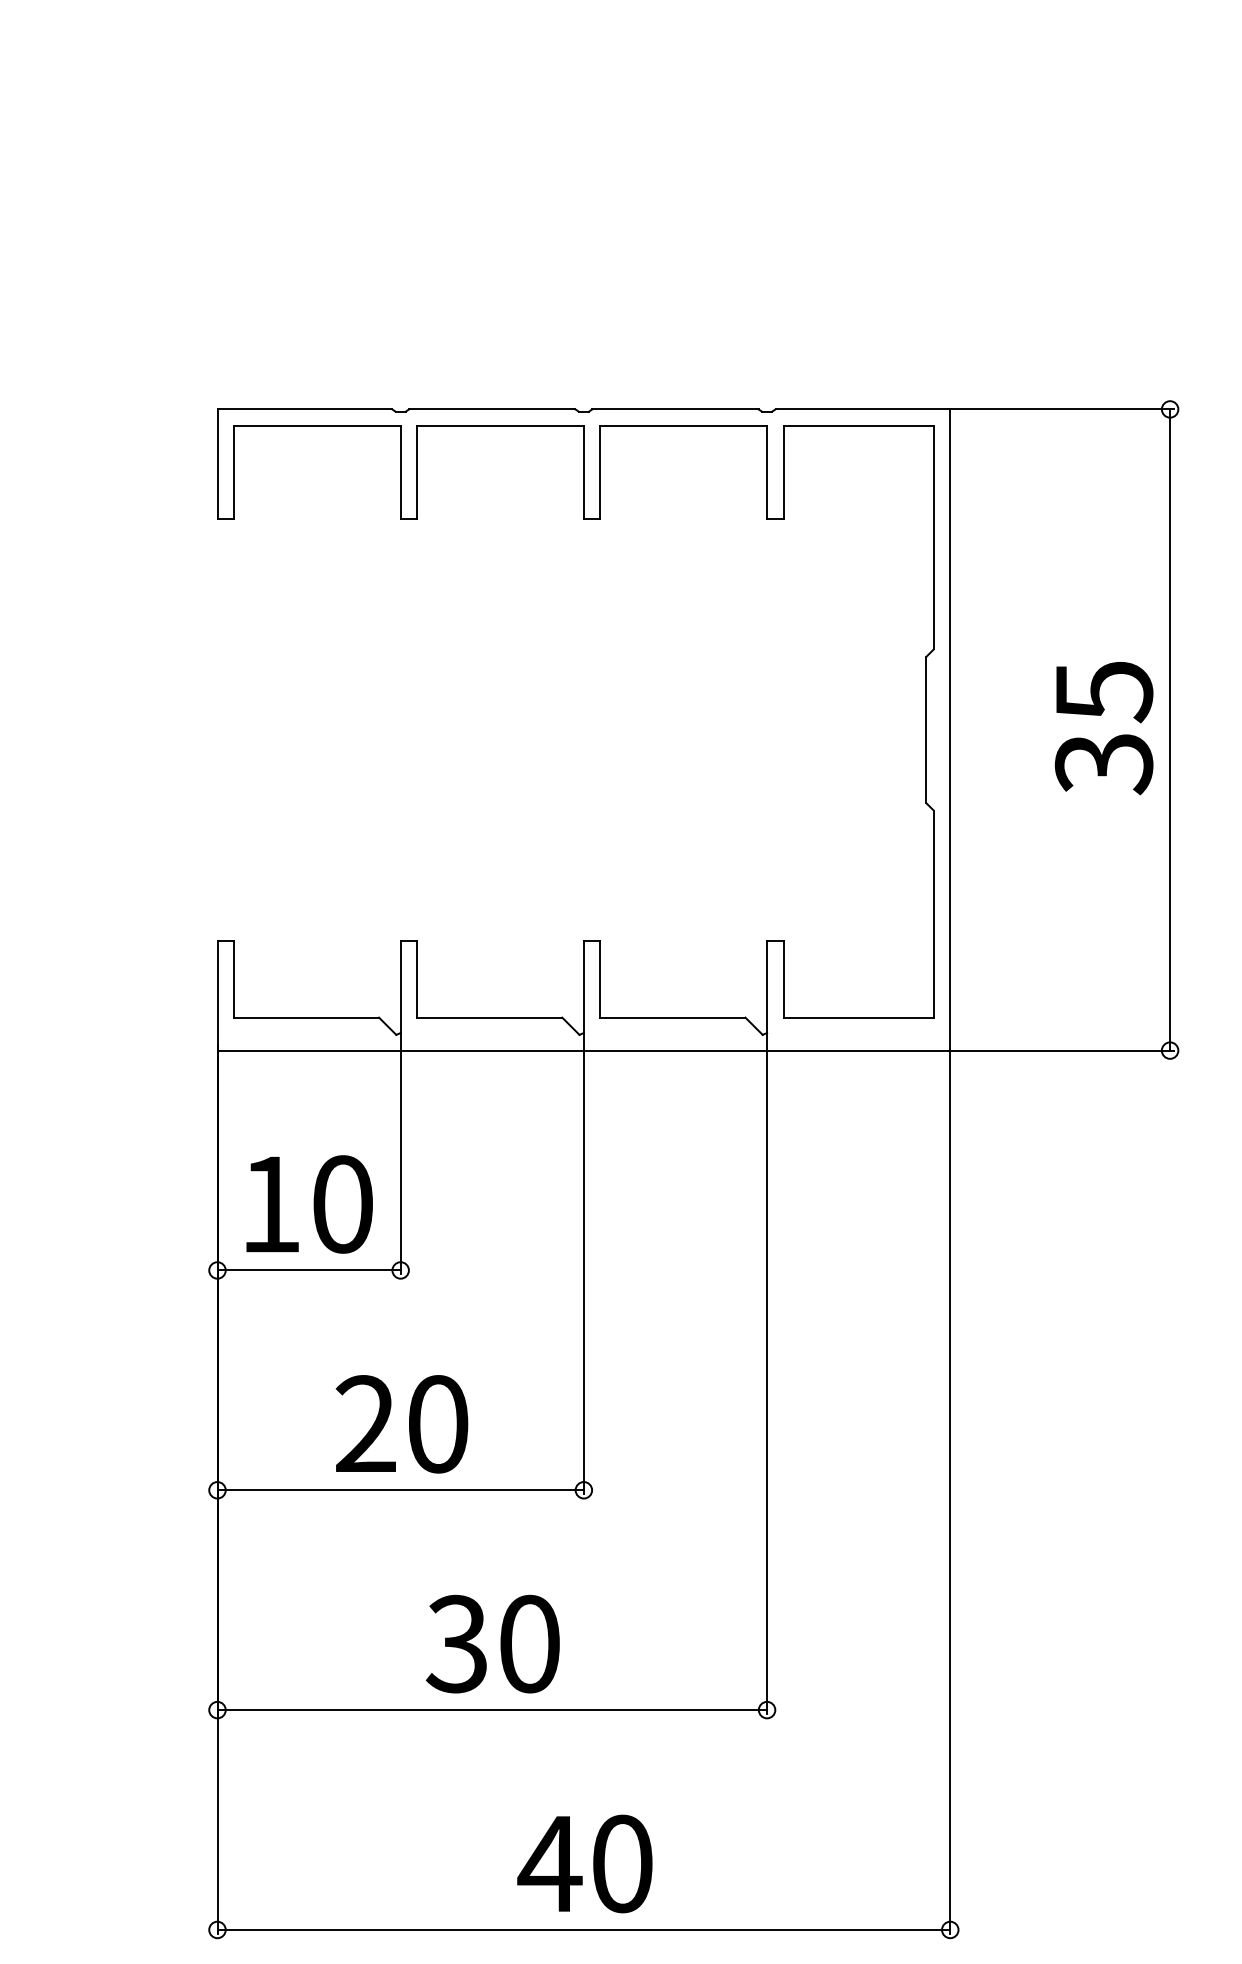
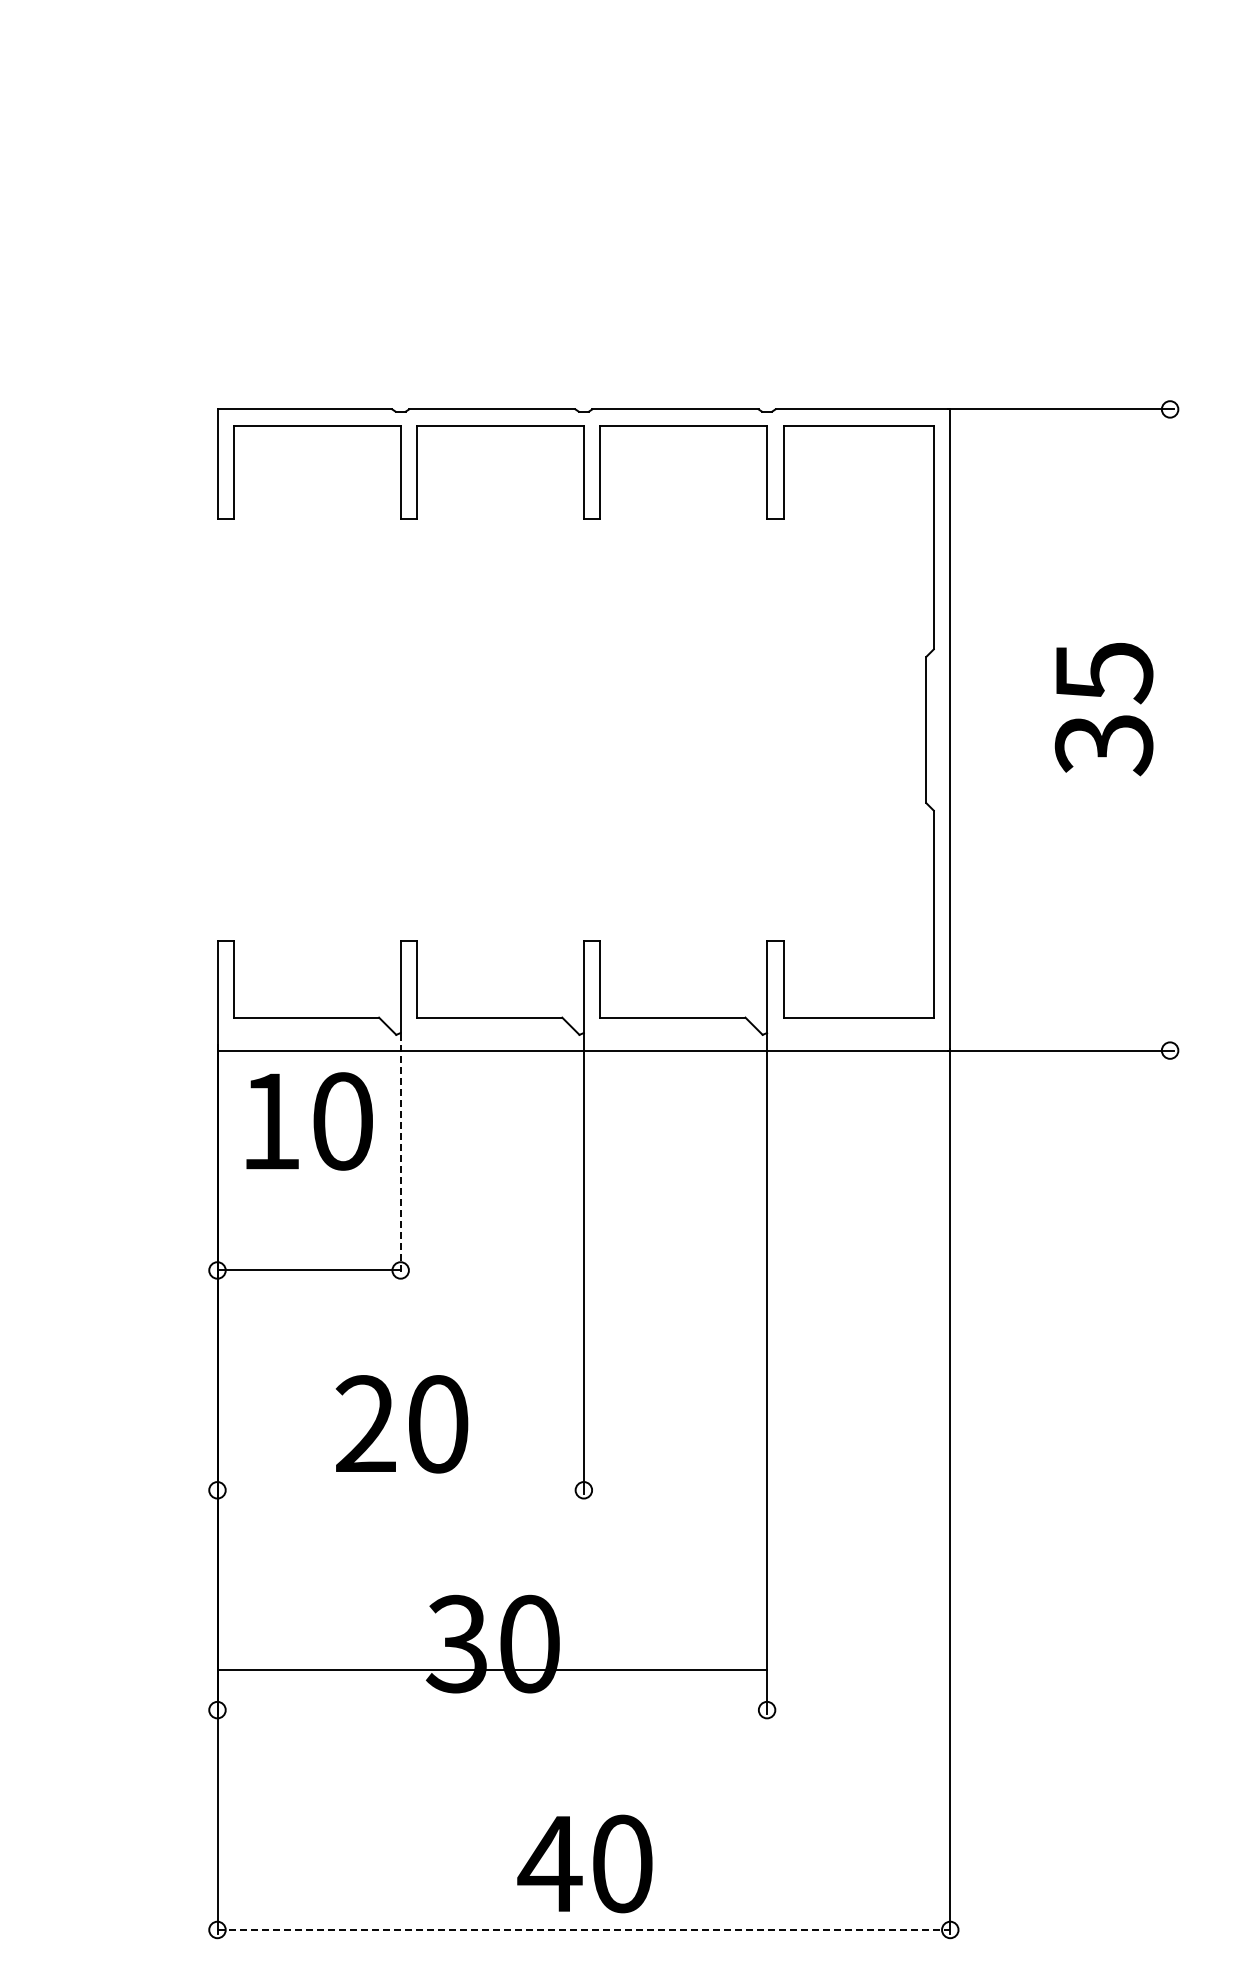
text at (1103, 728) position: (1103, 728) -> (1103, 709)
line at (1170, 729): present -> none
line at (400, 1154): solid -> dashed
text at (309, 1204) position: (309, 1204) -> (309, 1121)
line at (400, 1490): present -> none
line at (492, 1710) position: (492, 1710) -> (492, 1670)
line at (584, 1929): solid -> dashed
